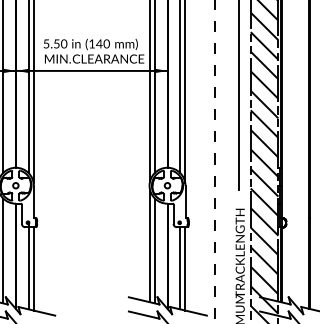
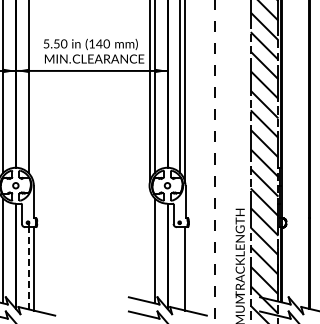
line at (33, 92): present -> none
line at (238, 96): present -> none
line at (150, 246): present -> none
line at (28, 267): solid -> dashed
line at (180, 268): present -> none
